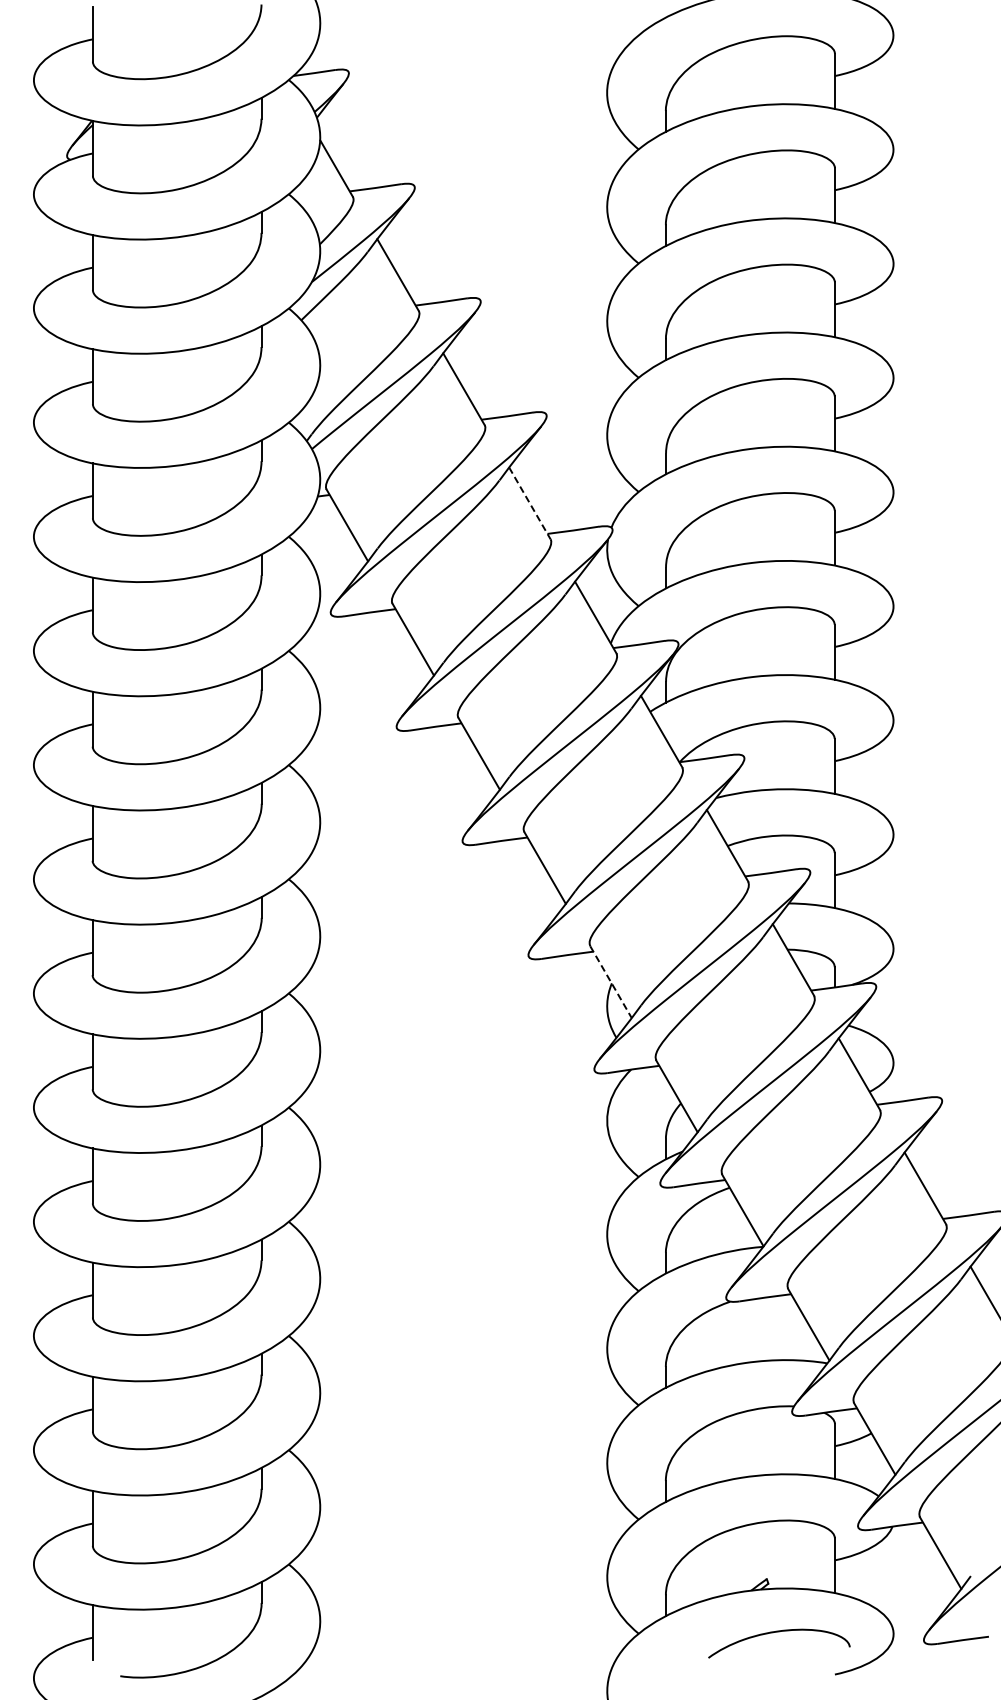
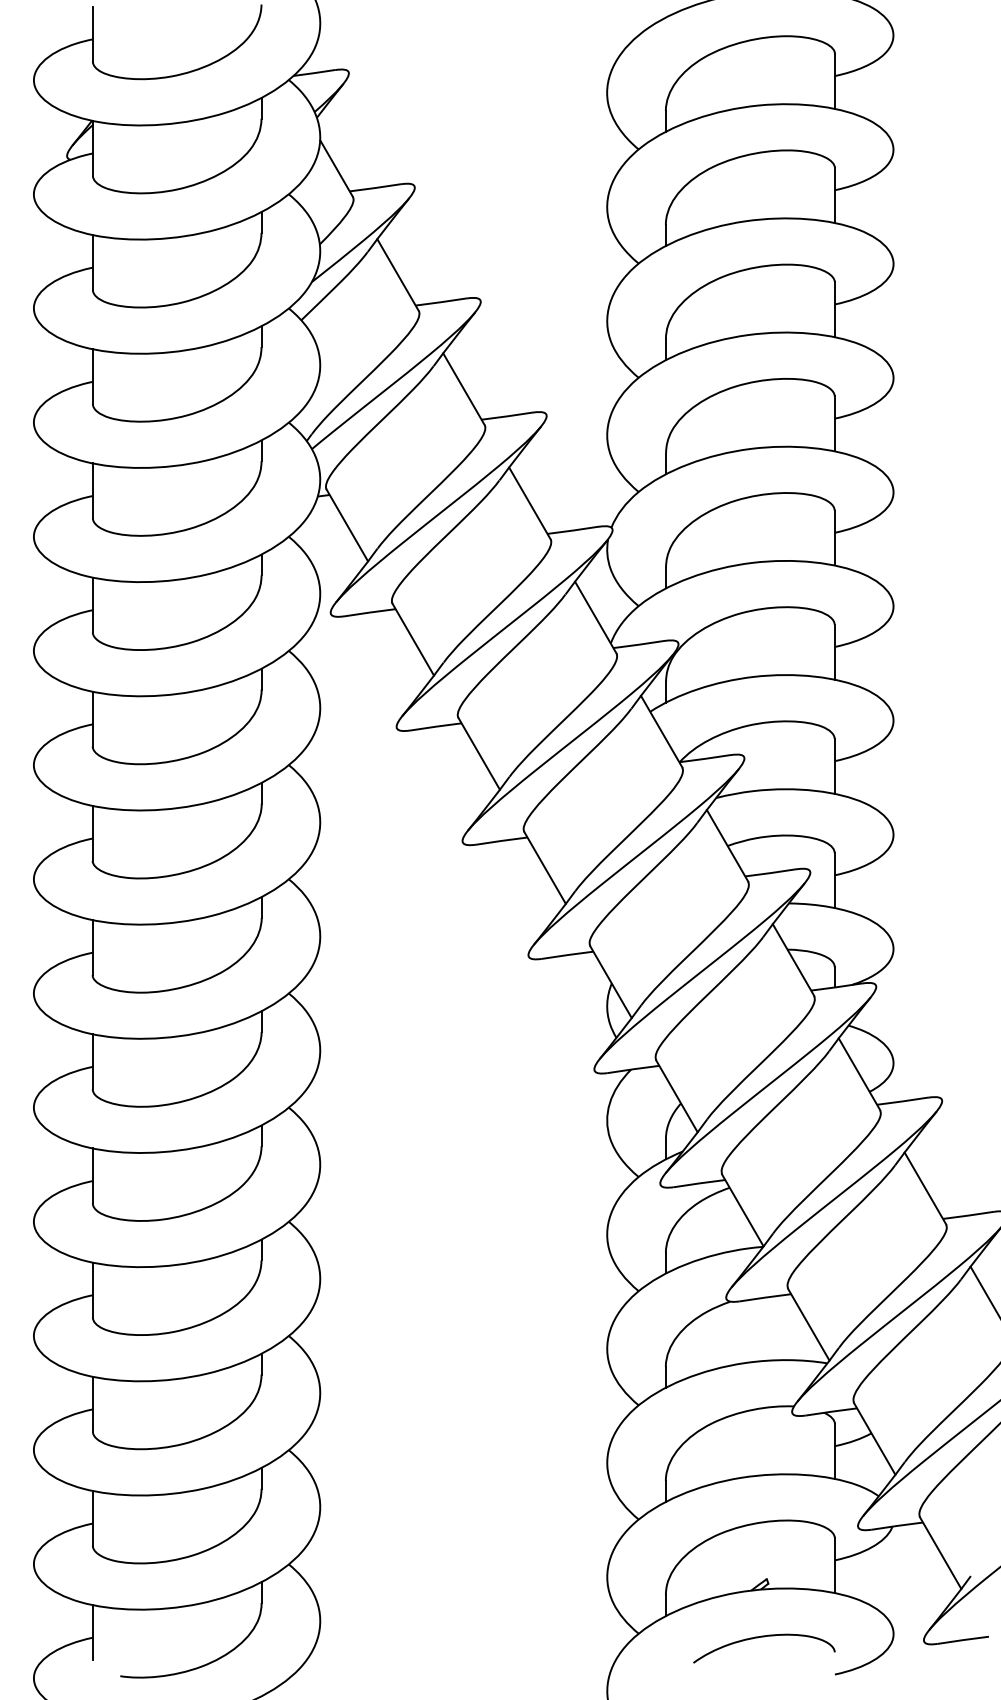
line at (530, 503): dashed -> solid
line at (611, 982): dashed -> solid
curve at (779, 1632) position: (779, 1632) -> (764, 1637)
